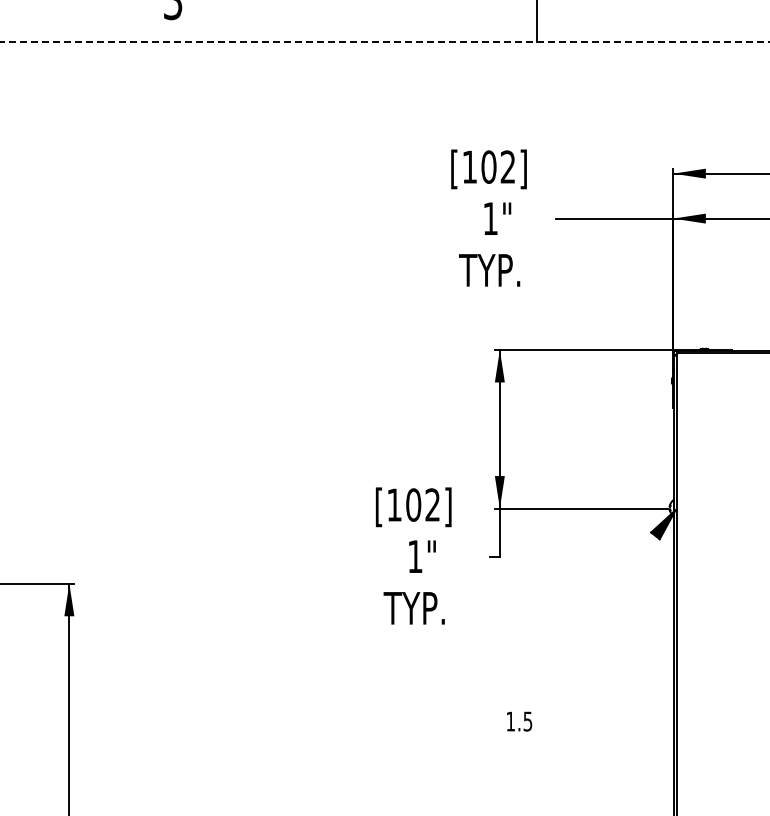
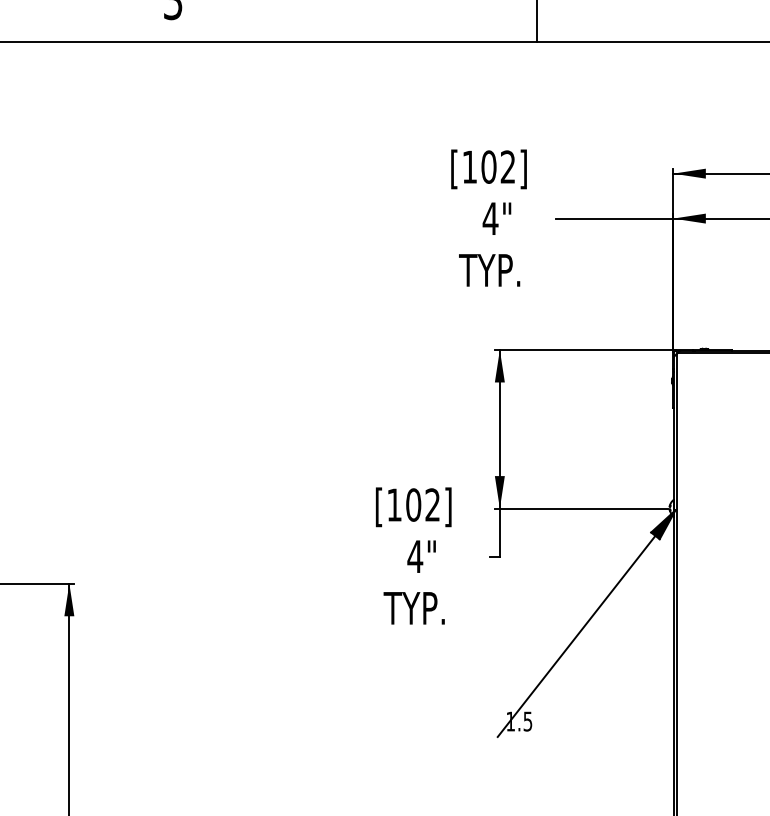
line at (385, 41): dashed -> solid
text at (490, 218): 1" -> 4"
text at (415, 556): 1" -> 4"
line at (576, 635): none -> present
